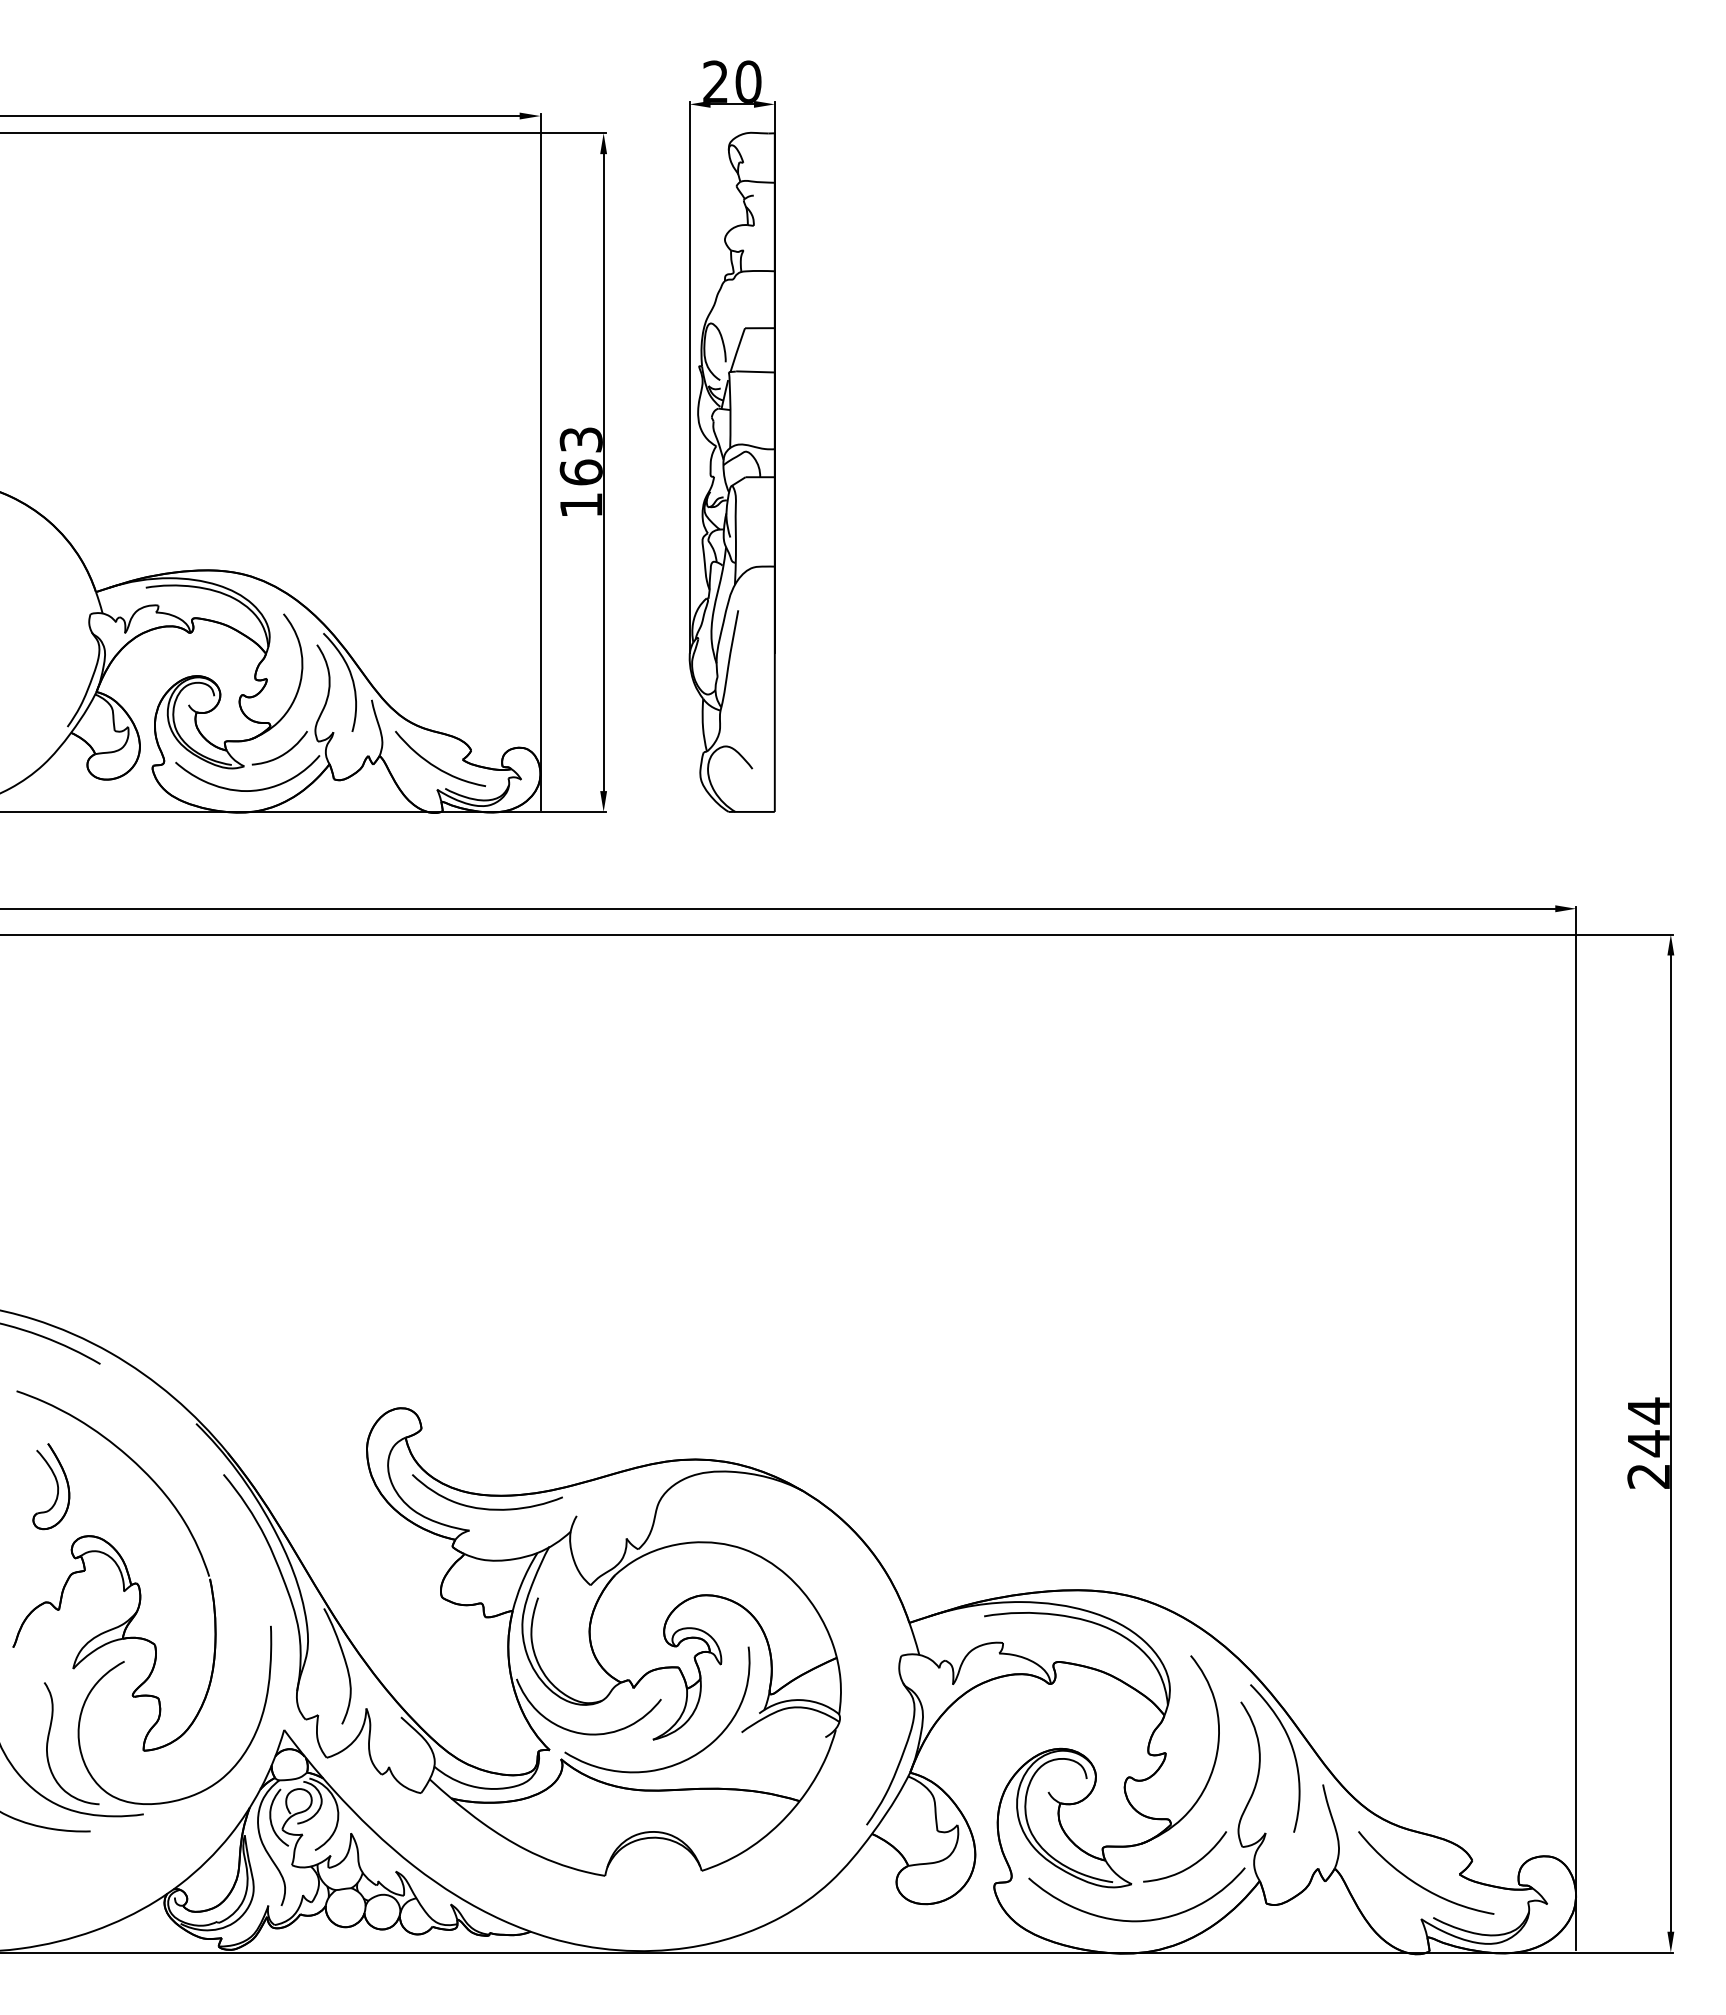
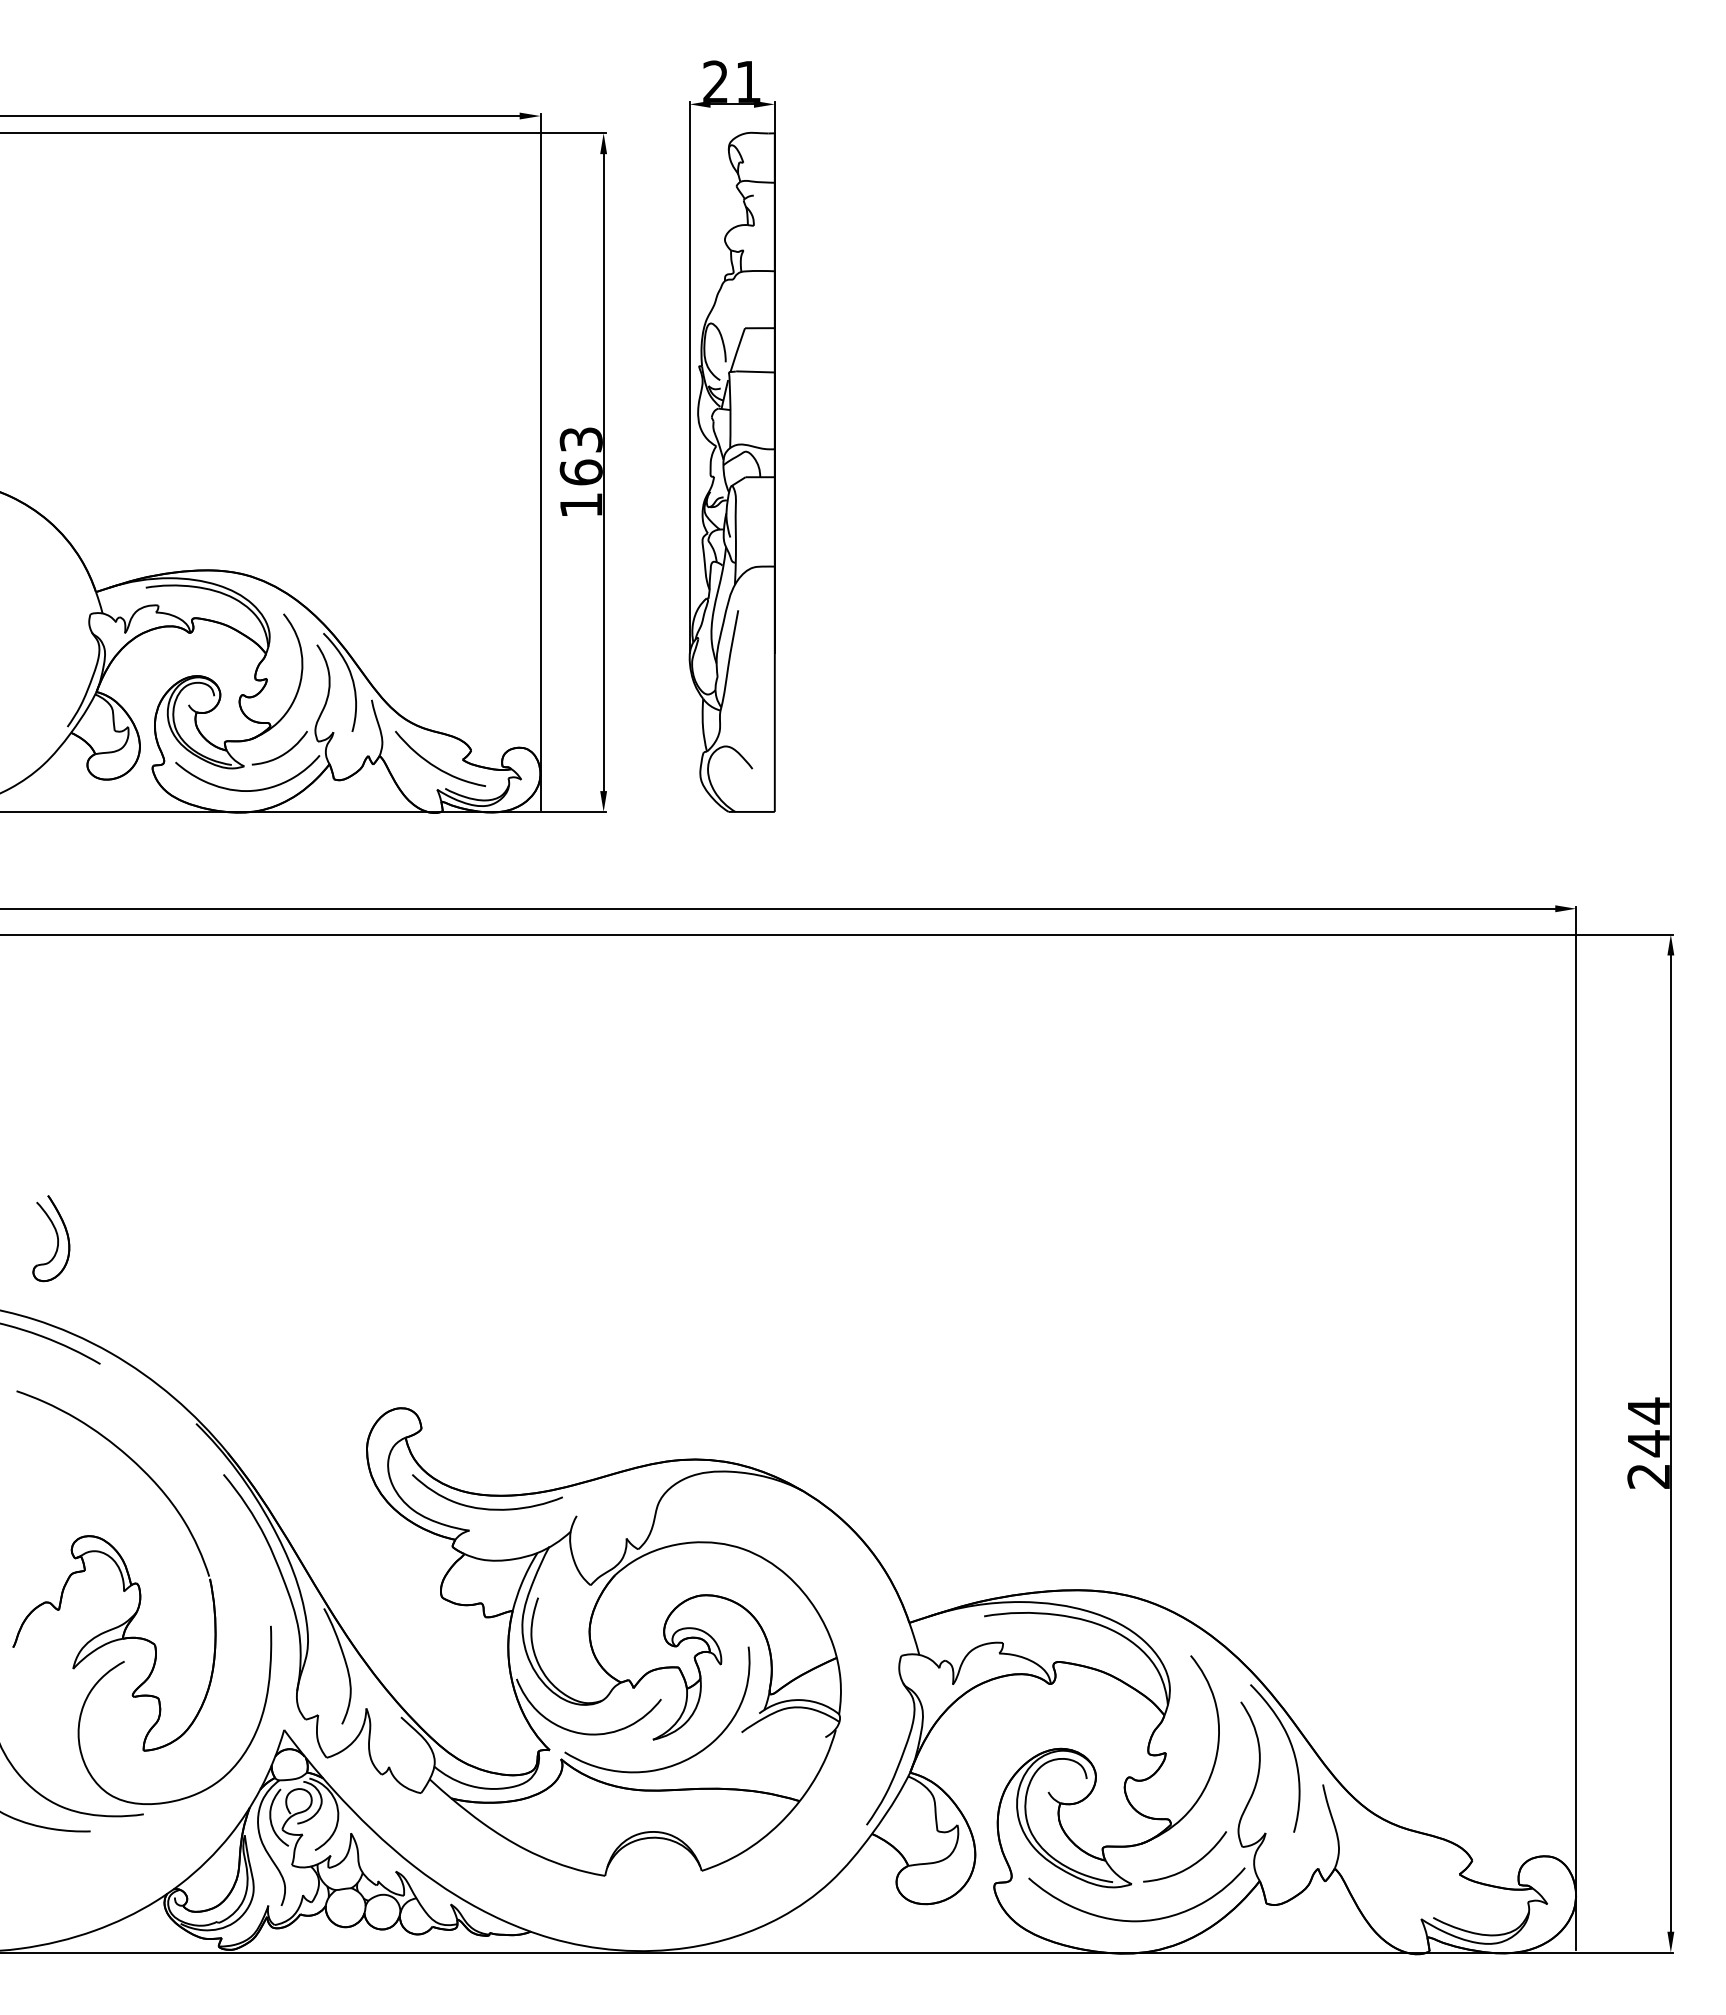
text at (748, 81): 20 -> 21
part at (51, 1486) position: (51, 1486) -> (51, 1238)
curve at (49, 1737): present -> none
curve at (1419, 1884): present -> none
